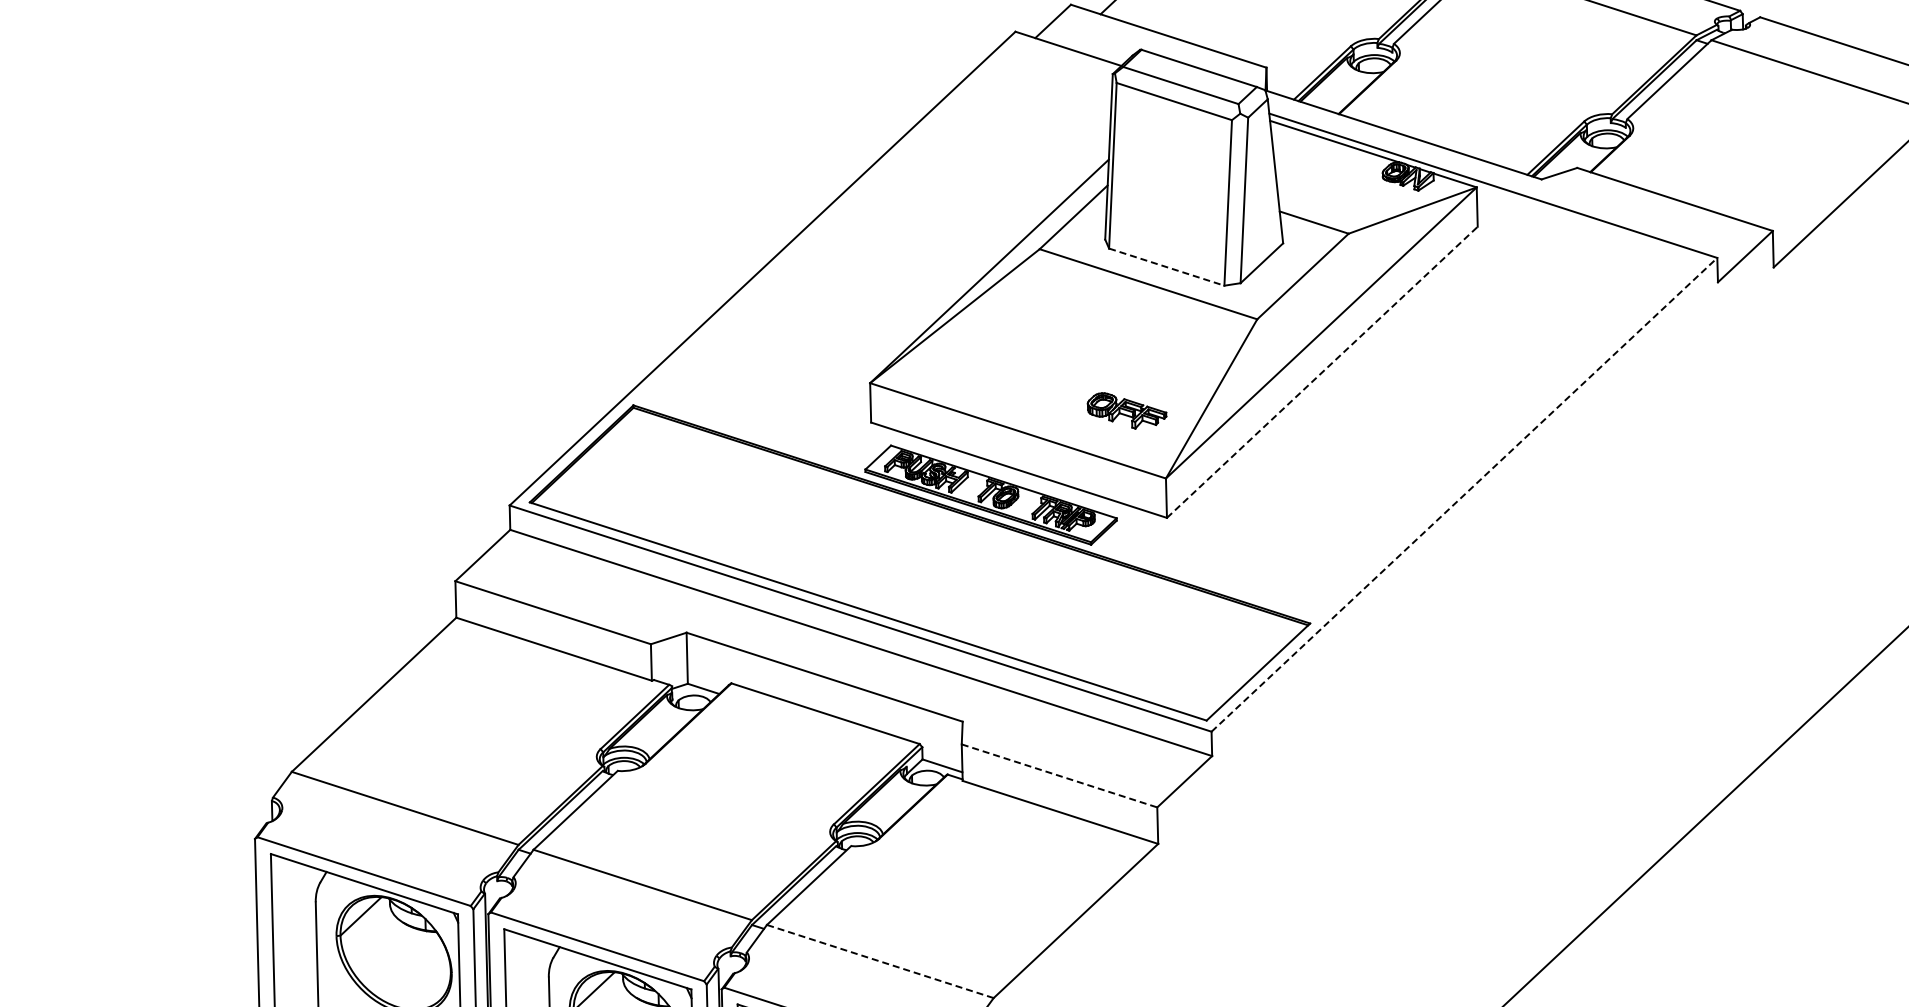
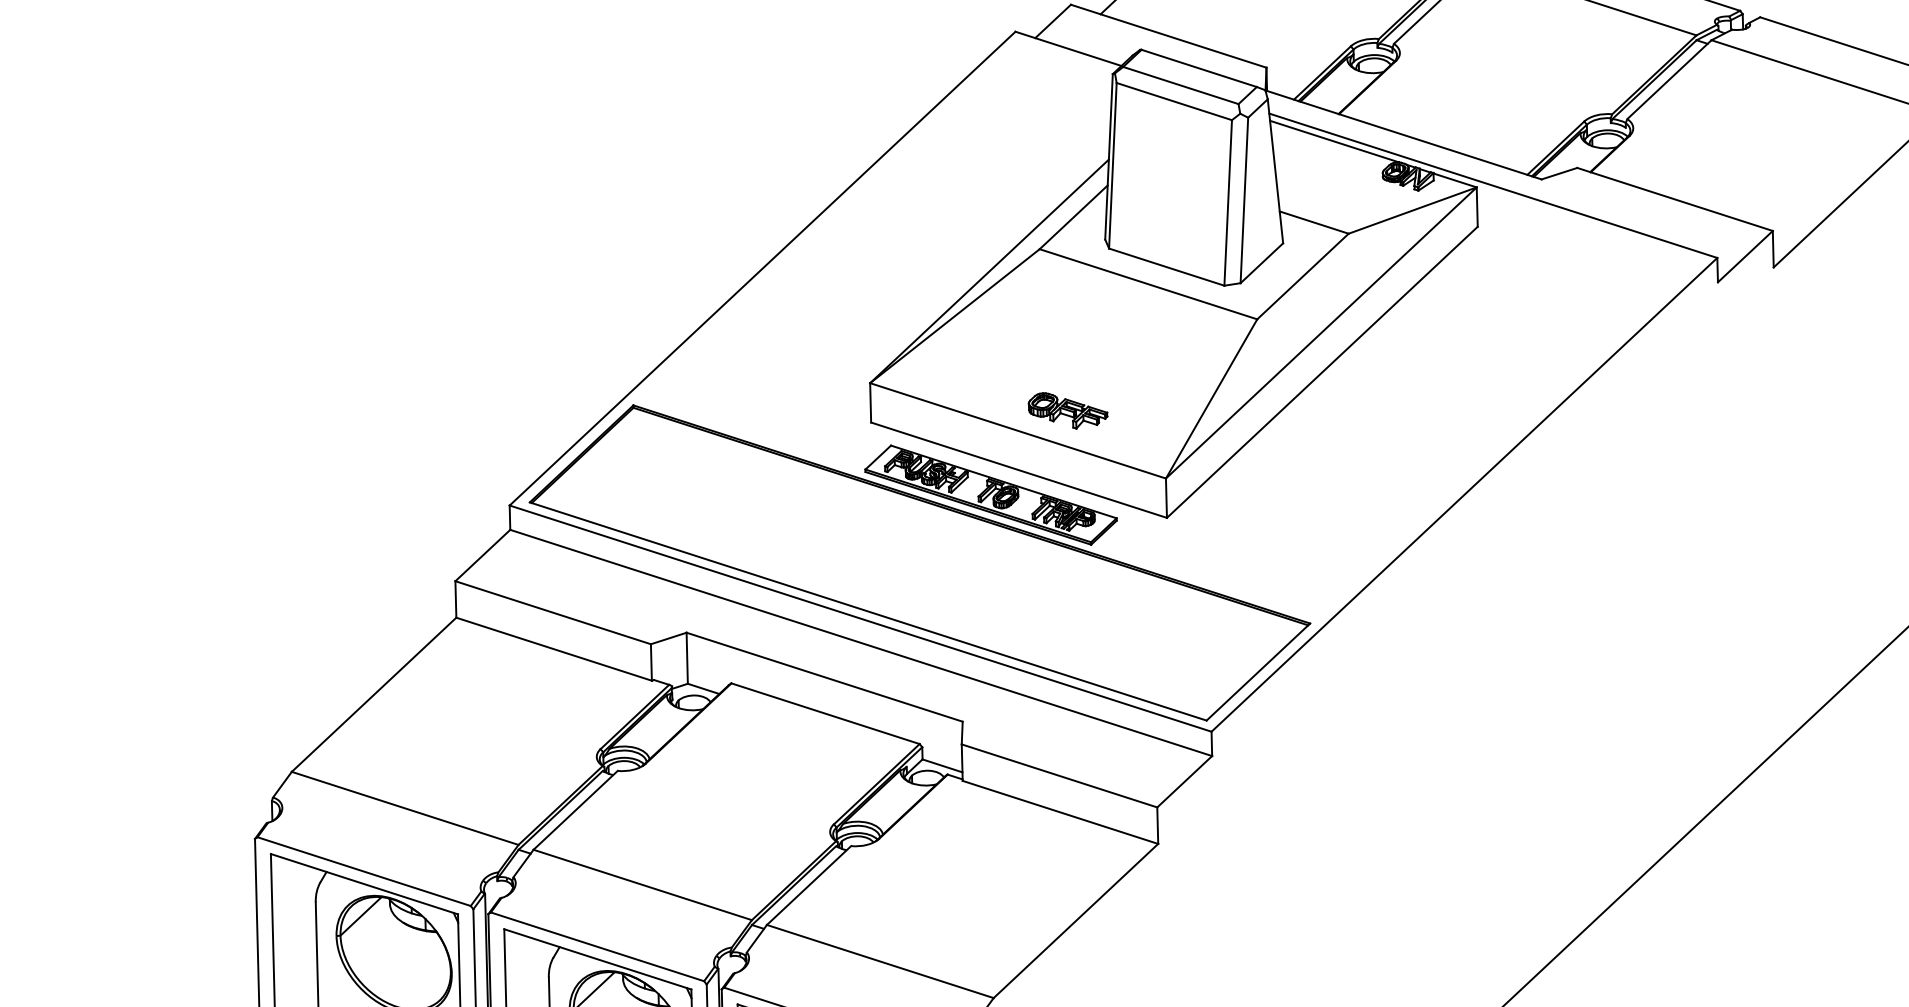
line at (1166, 267): dashed -> solid
line at (1322, 372): dashed -> solid
part at (1126, 410) position: (1126, 410) -> (1067, 410)
line at (1464, 494): dashed -> solid
line at (1059, 775): dashed -> solid
line at (879, 961): dashed -> solid
